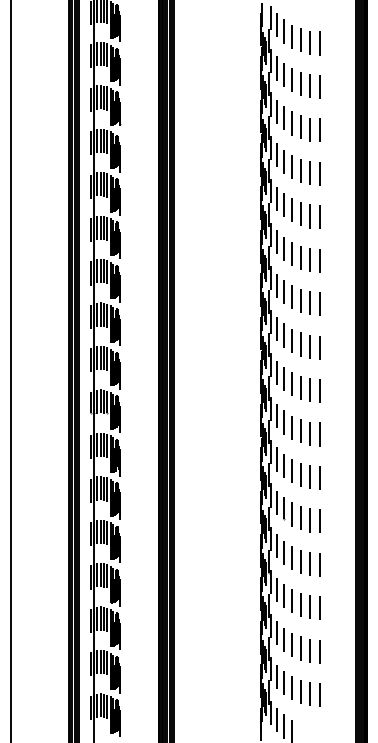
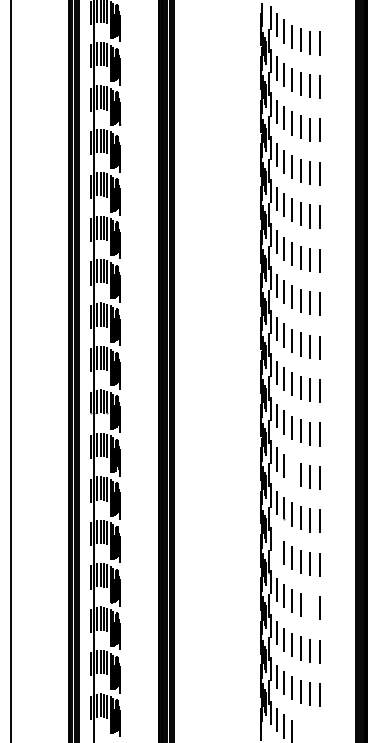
line at (292, 470): present -> none
line at (276, 546): present -> none
line at (310, 607): present -> none
